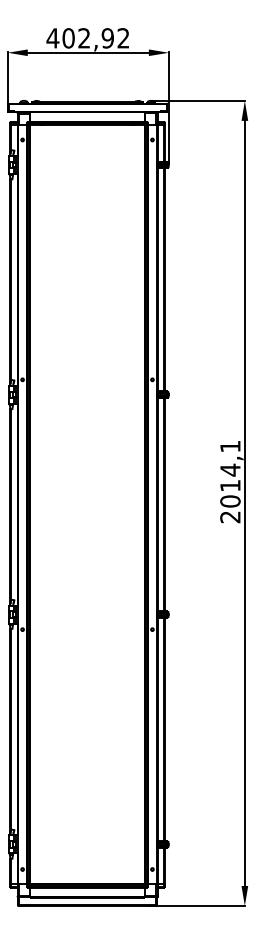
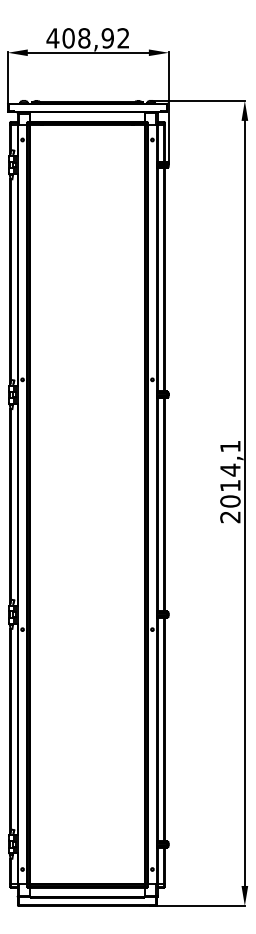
text at (84, 38): 402,92 -> 408,92
